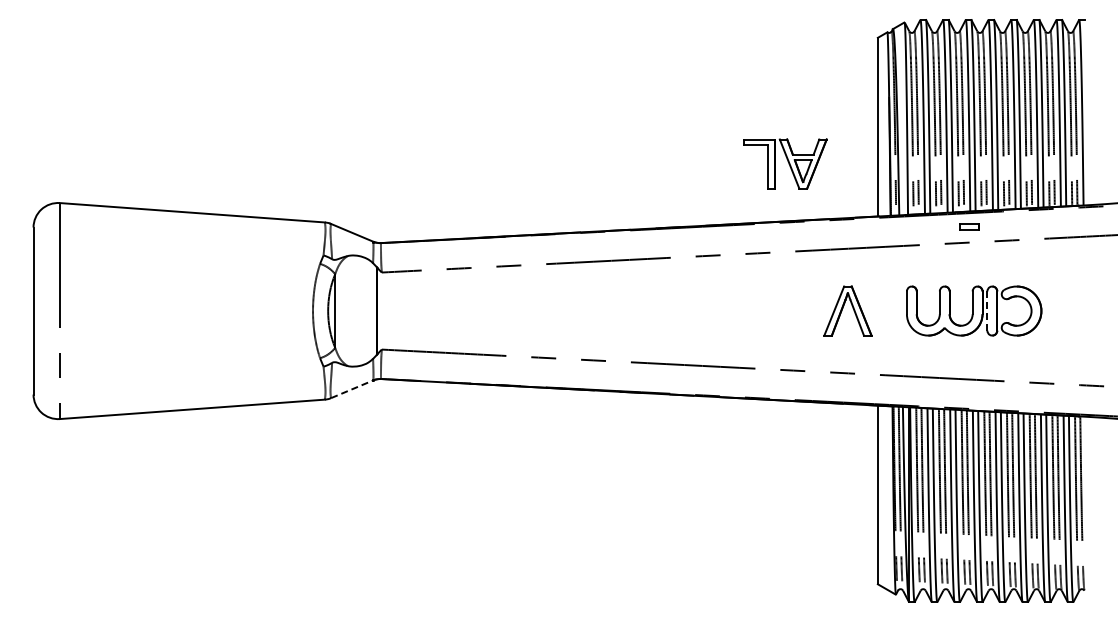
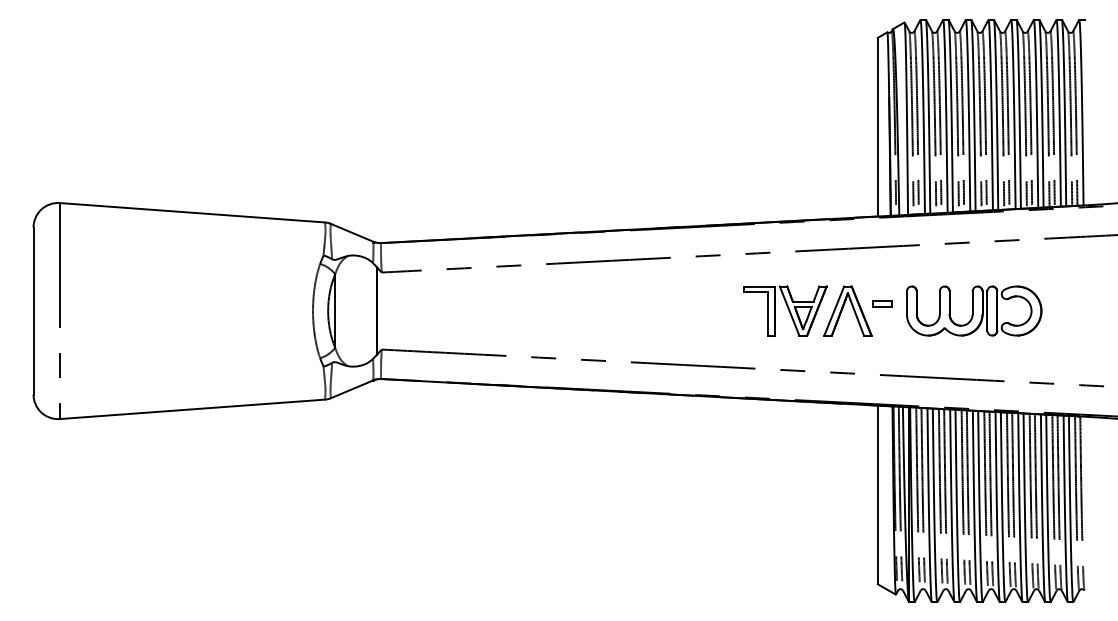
part at (785, 163) position: (785, 163) -> (785, 310)
part at (969, 226) position: (969, 226) -> (882, 303)
line at (987, 311): dashed -> solid
line at (353, 388): dashed -> solid
